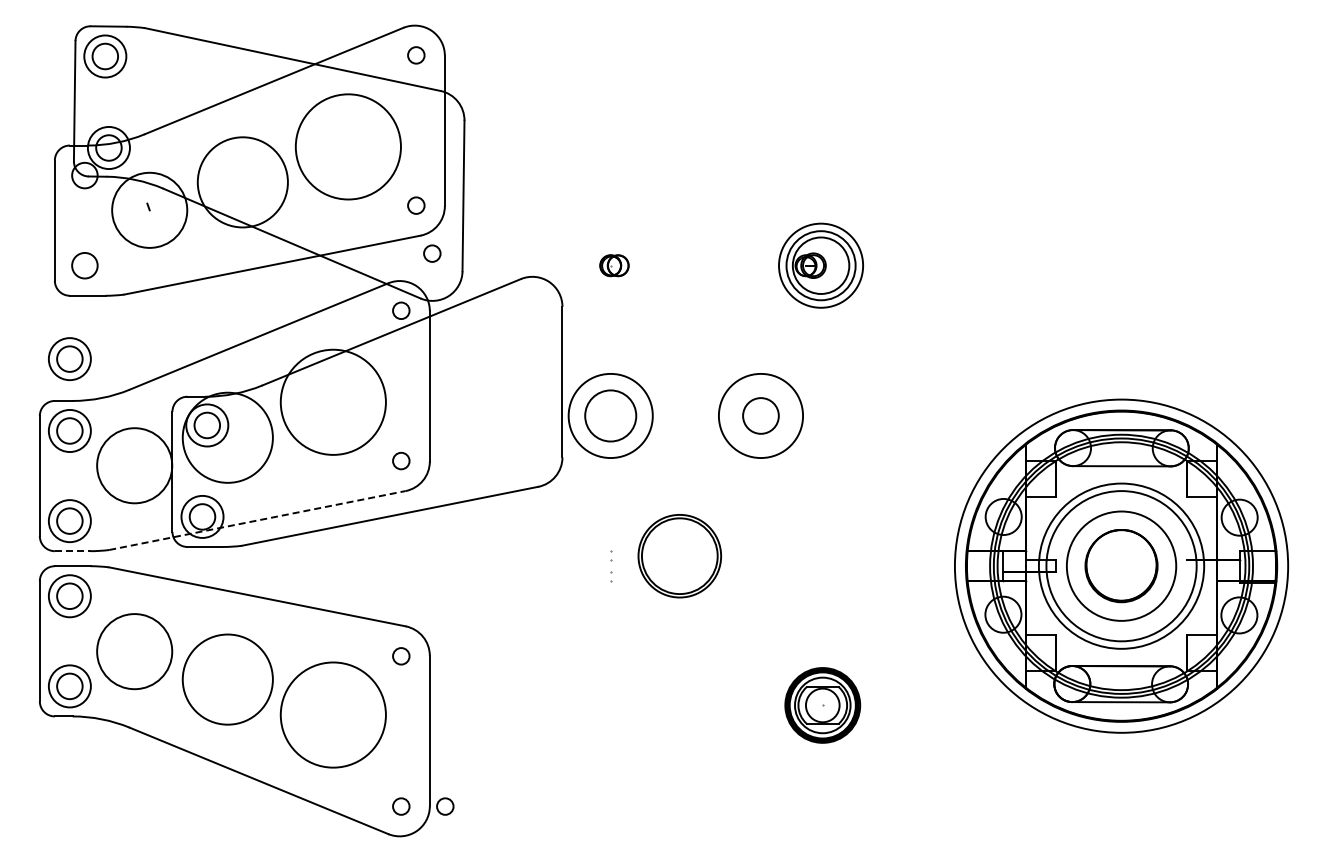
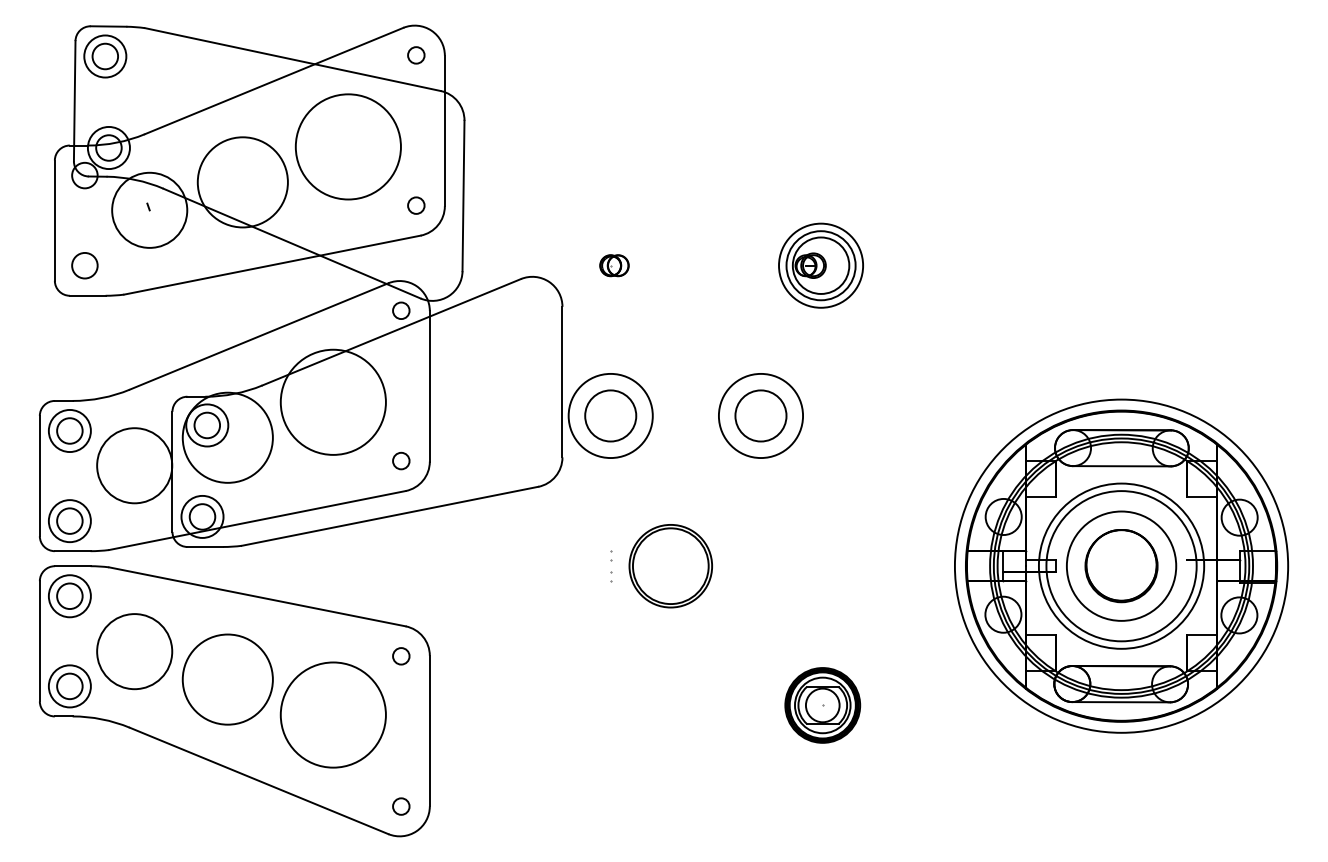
circle at (432, 253): present -> none
part at (69, 358): present -> none
circle at (760, 415) diameter: 36 px -> 51 px
line at (257, 520): dashed -> solid
line at (72, 551): dashed -> solid
part at (679, 556) position: (679, 556) -> (670, 566)
circle at (445, 806): present -> none
